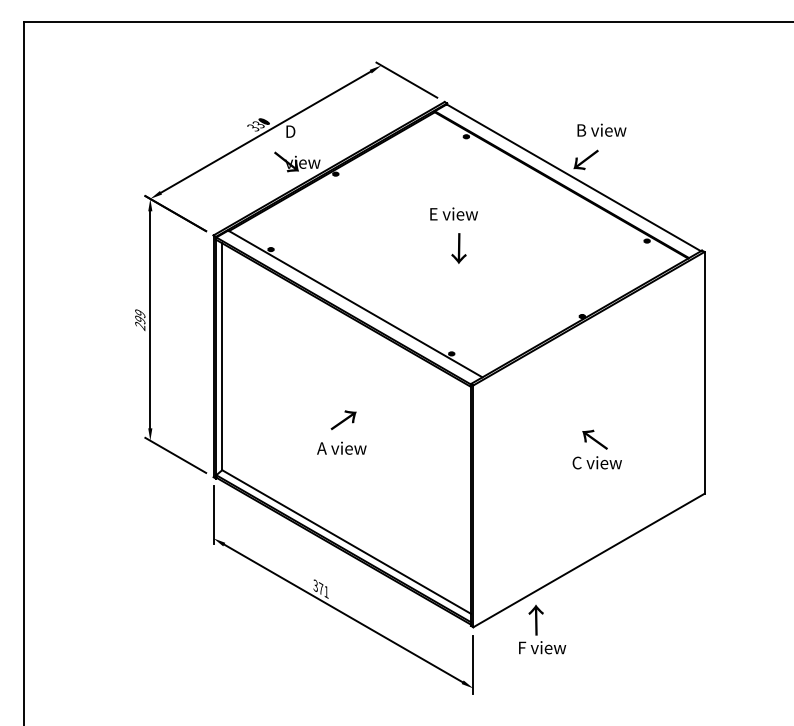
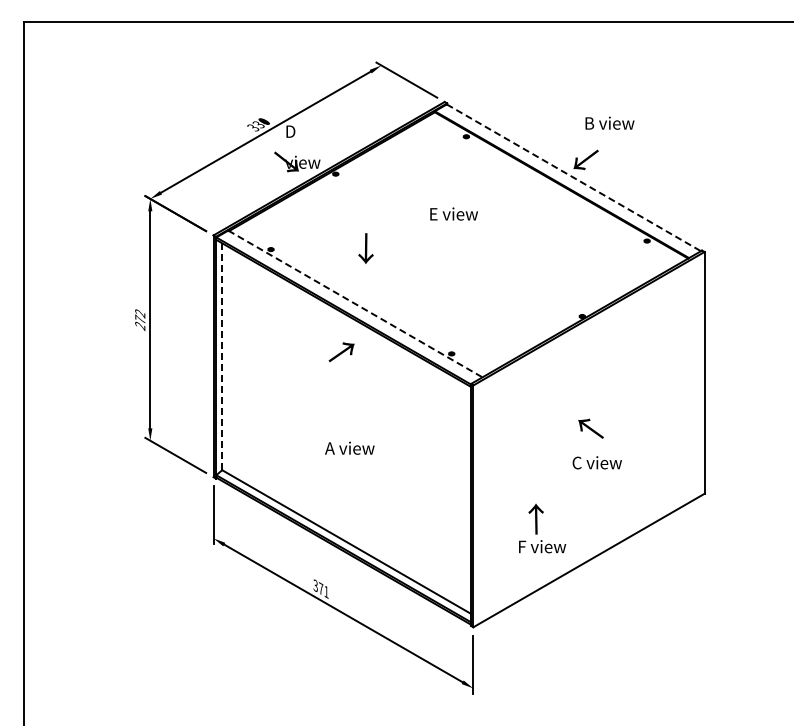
text at (601, 129) position: (601, 129) -> (609, 122)
line at (573, 177): solid -> dashed
text at (458, 248) position: (458, 248) -> (365, 248)
line at (355, 303): solid -> dashed
text at (140, 317): 299 -> 272
line at (222, 357): solid -> dashed
text at (343, 420) position: (343, 420) -> (341, 352)
text at (594, 439) position: (594, 439) -> (590, 428)
text at (341, 447) position: (341, 447) -> (349, 447)
text at (542, 629) position: (542, 629) -> (542, 528)
